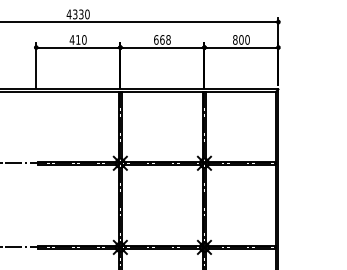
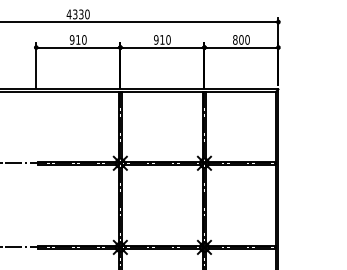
text at (71, 39): 410 -> 910
text at (162, 39): 668 -> 910
